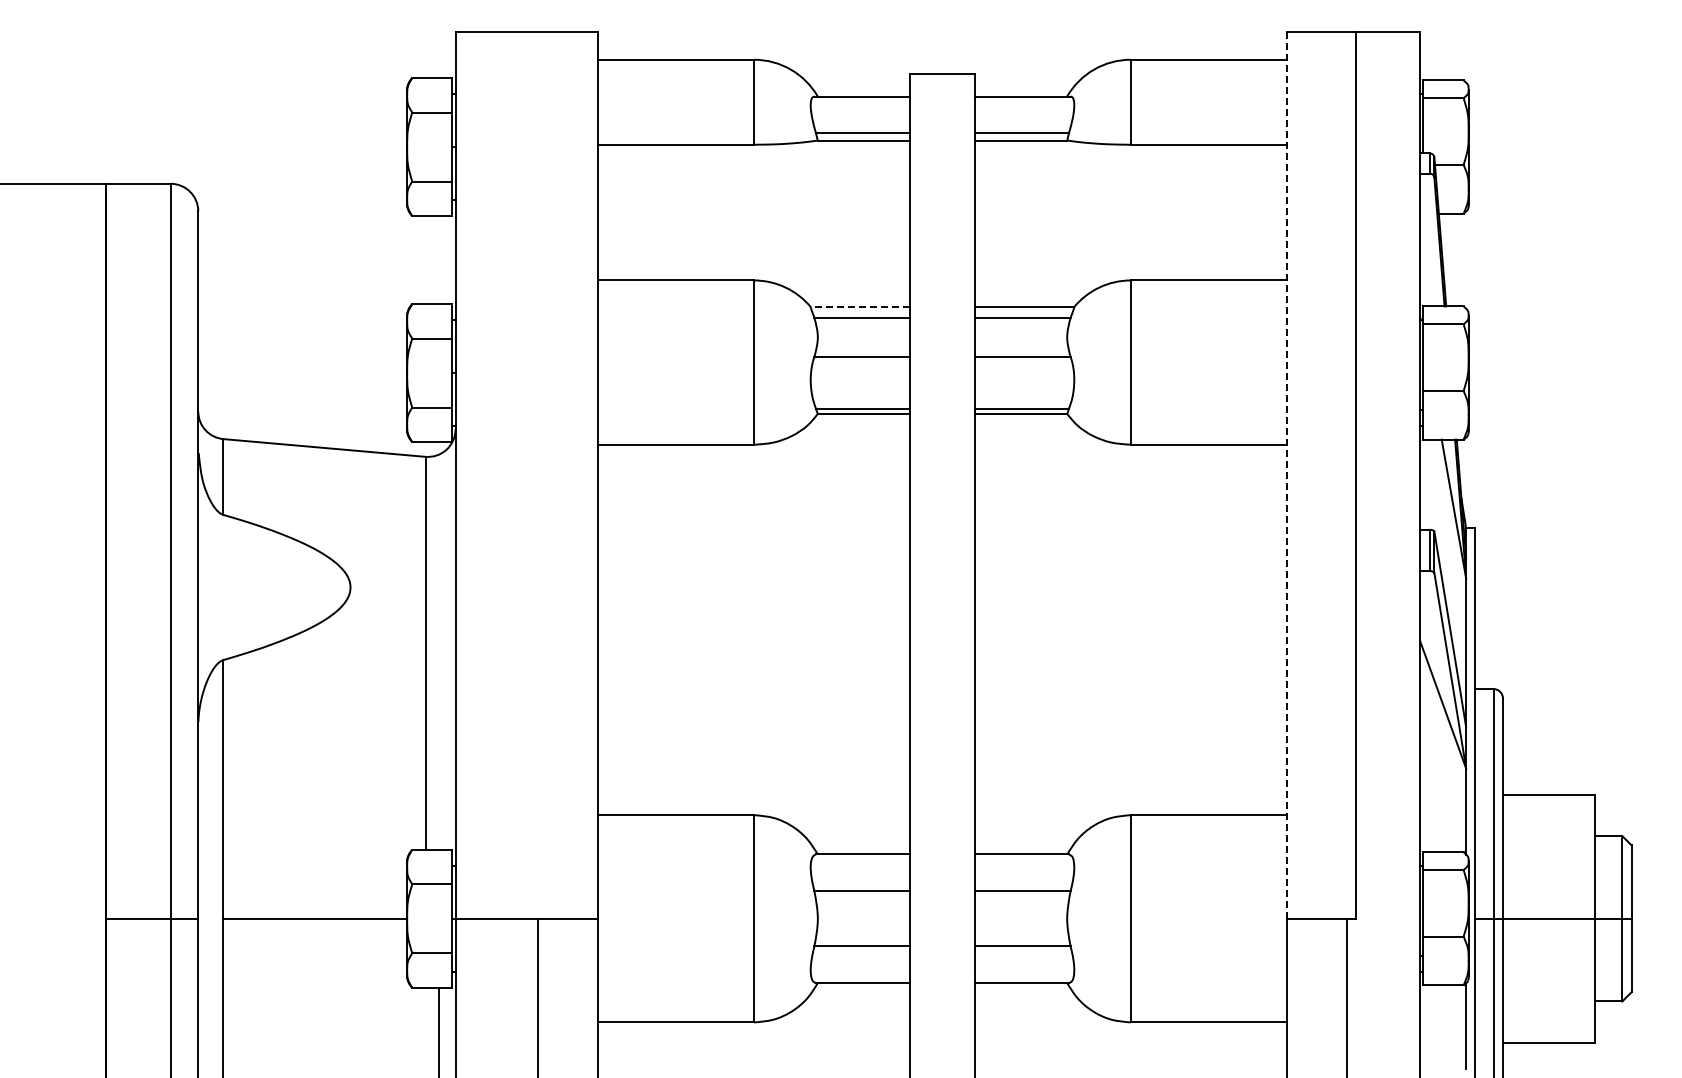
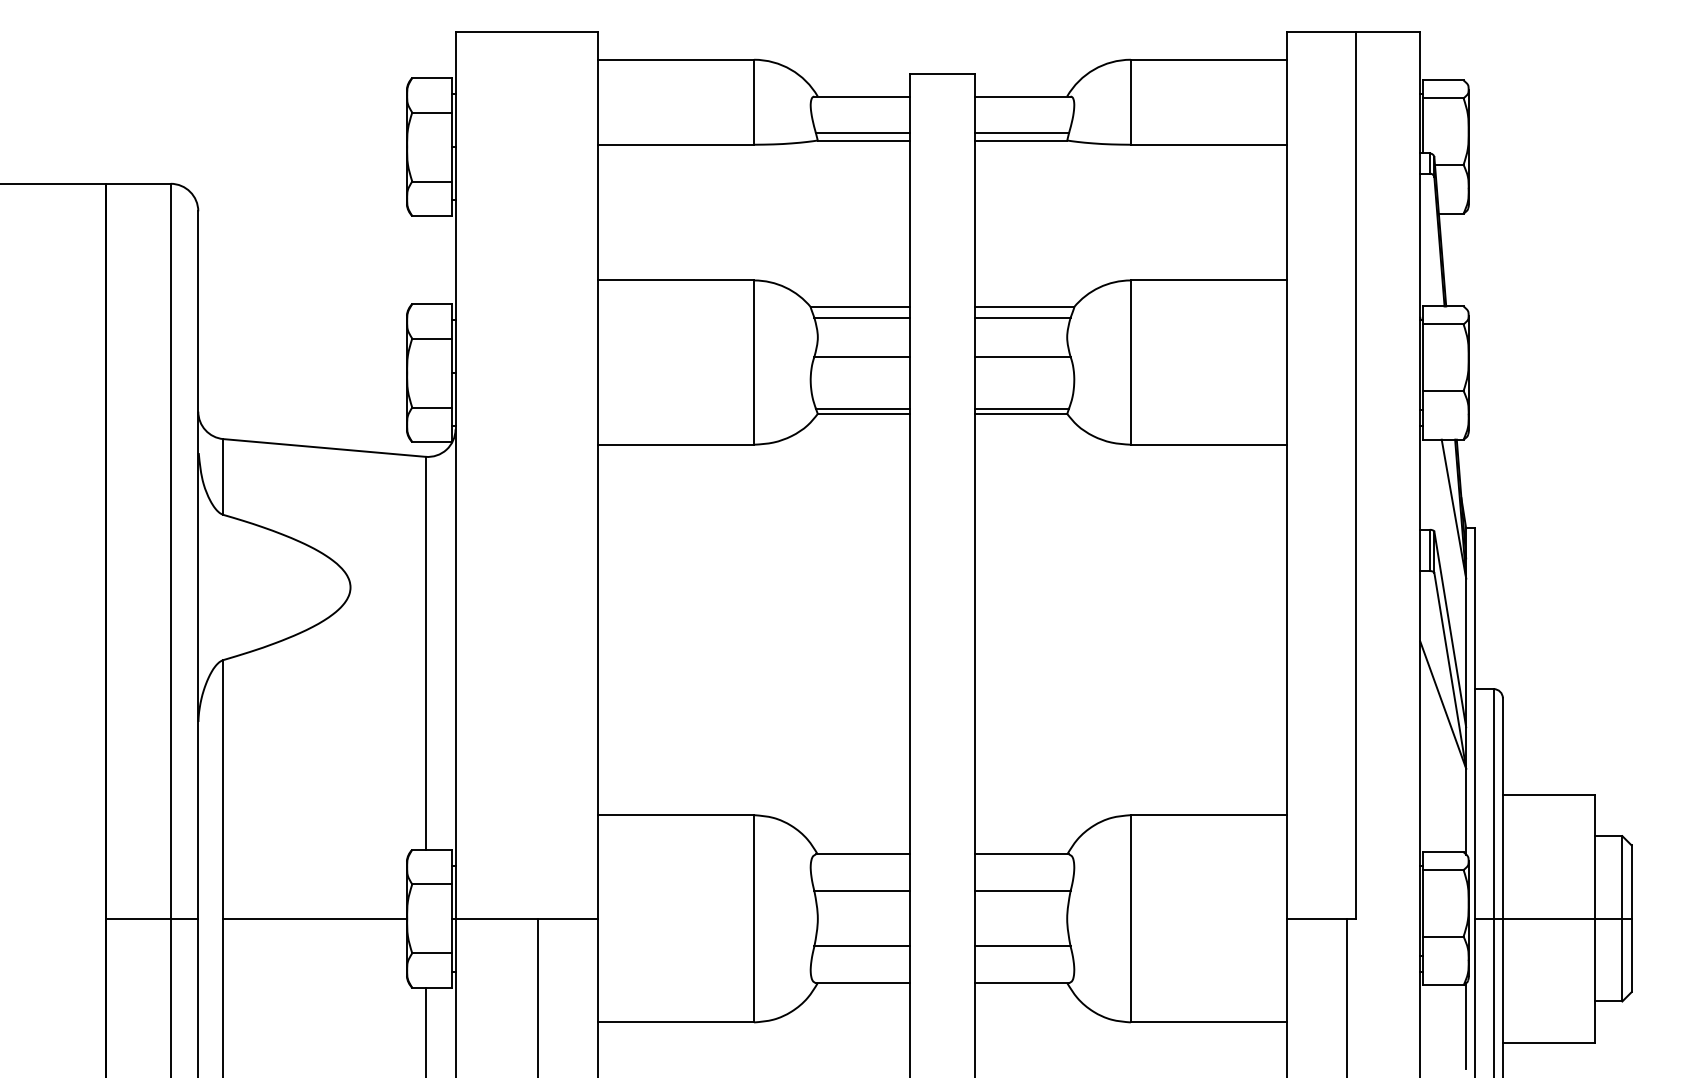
line at (860, 307): dashed -> solid
line at (1287, 475): dashed -> solid
line at (438, 1030) position: (438, 1030) -> (425, 1030)
